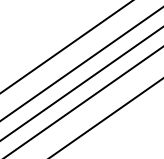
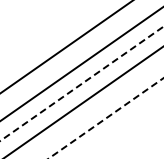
line at (82, 83): solid -> dashed
line at (105, 118): solid -> dashed
